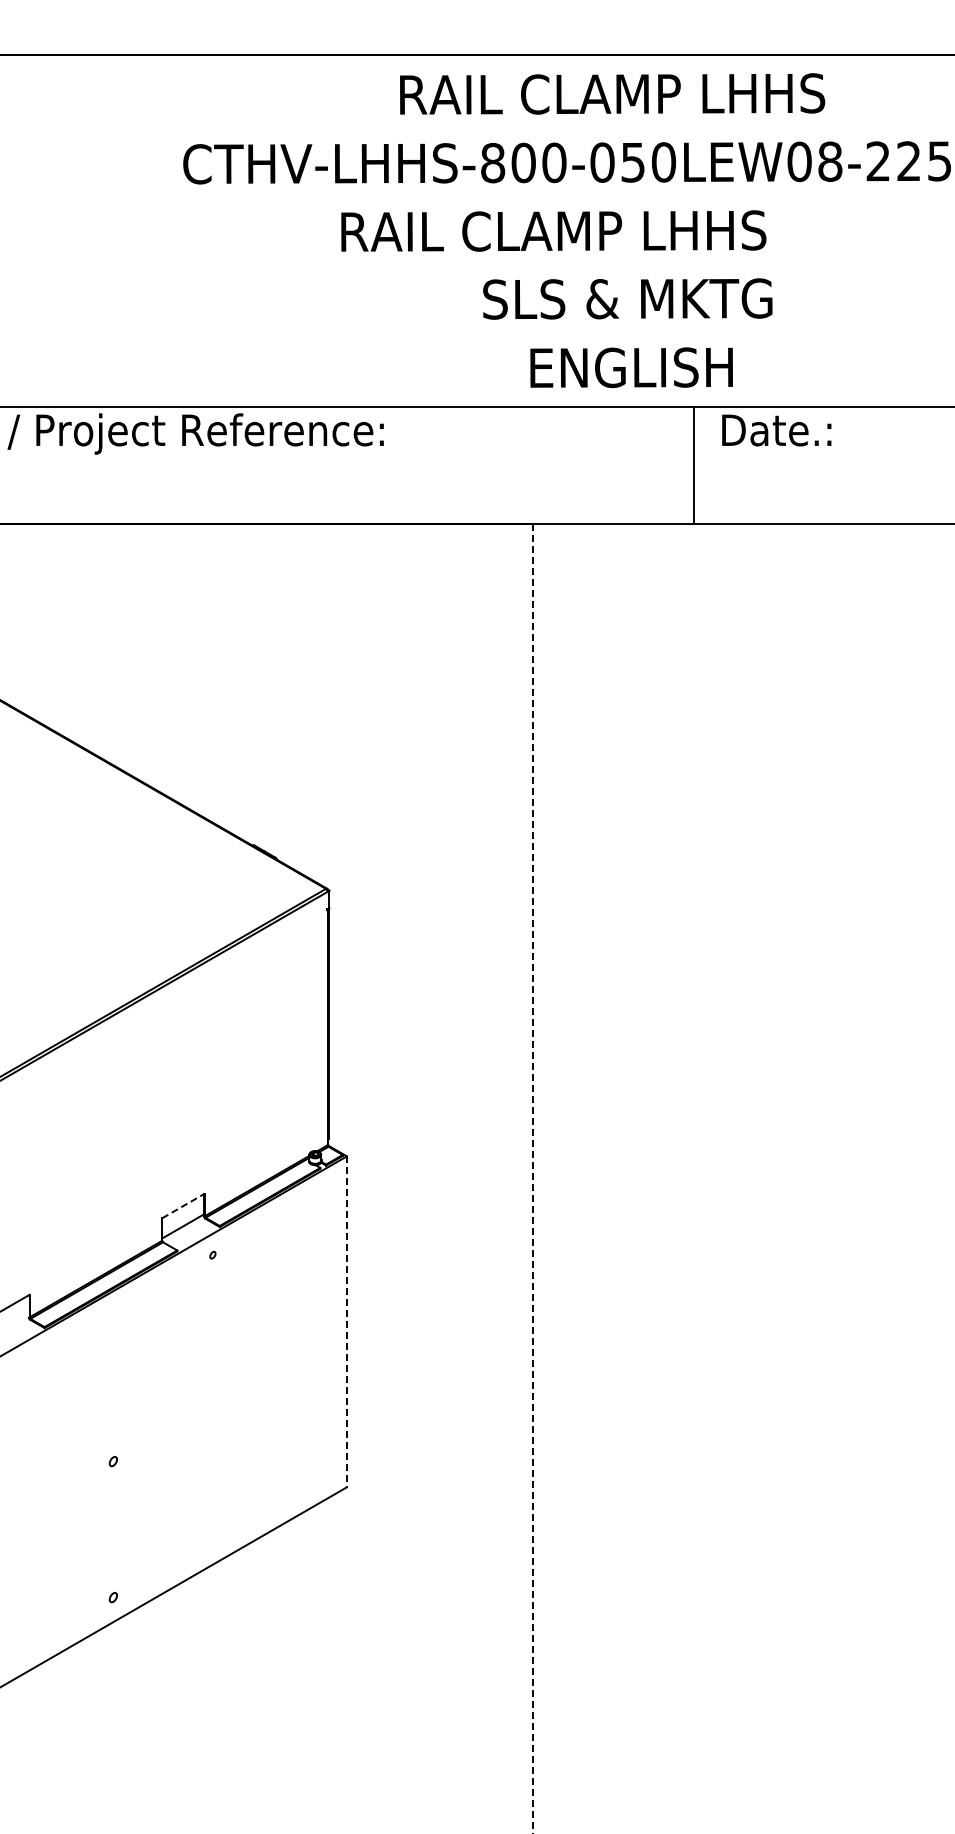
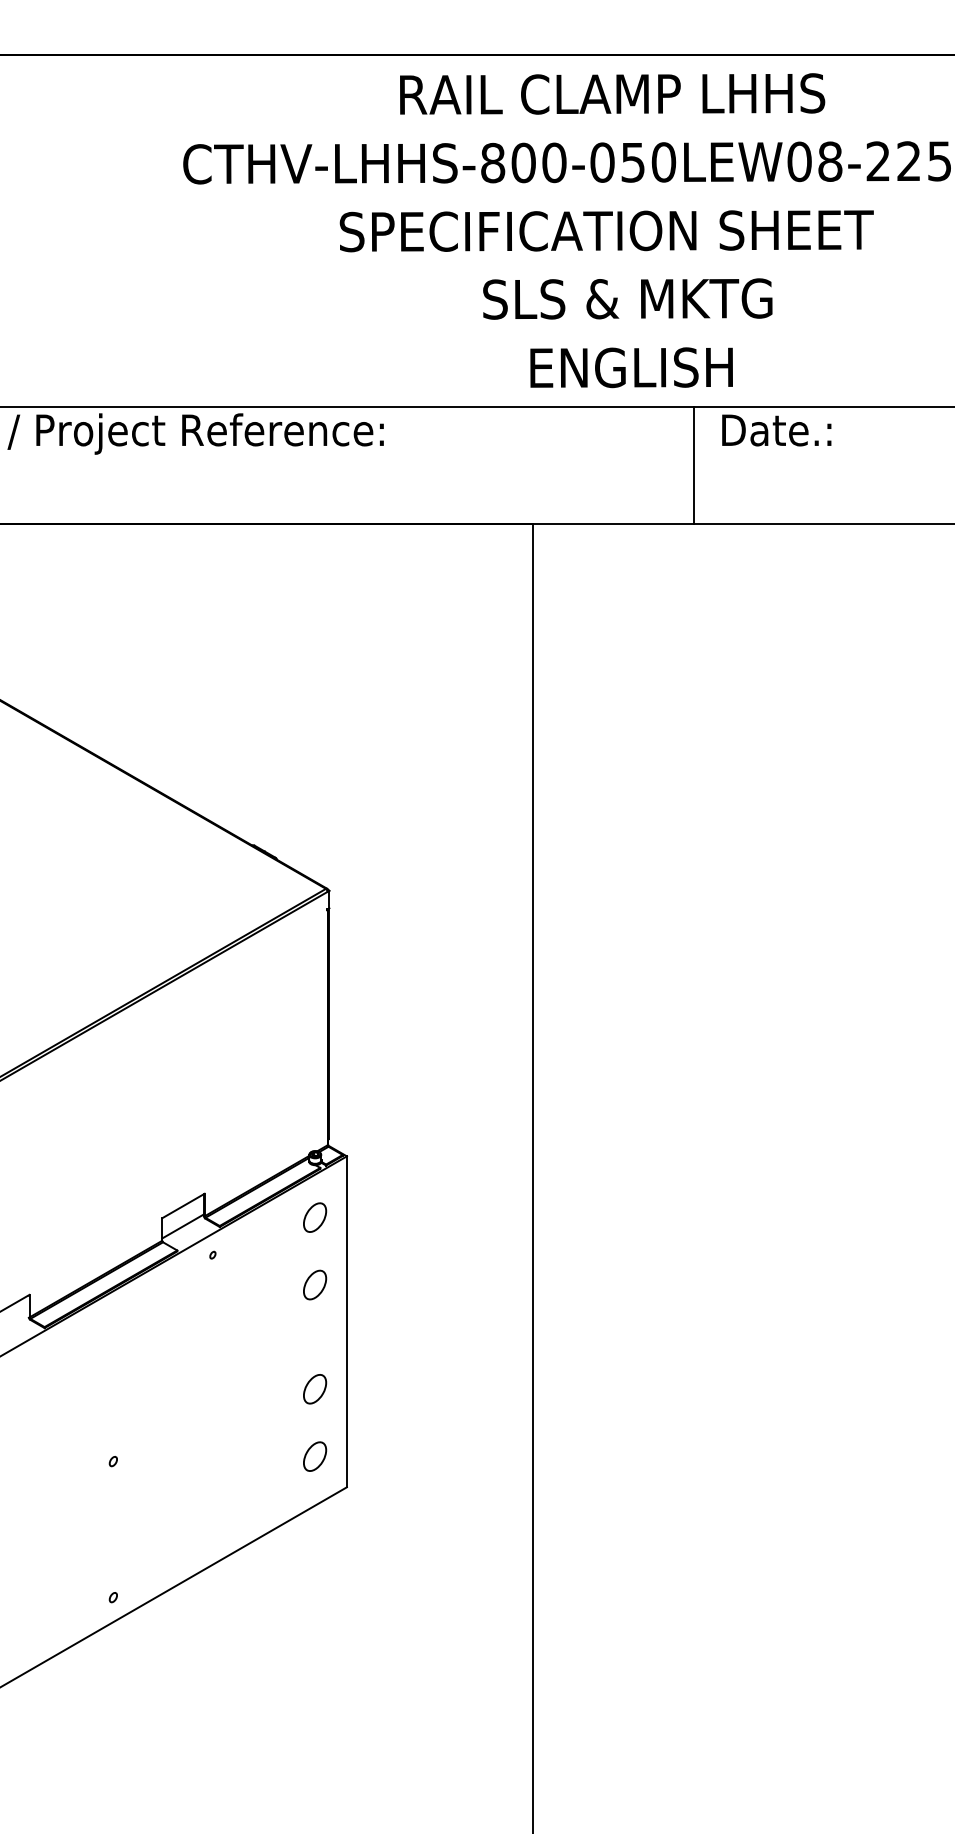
text at (606, 231): RAIL CLAMP LHHS -> SPECIFICATION SHEET
line at (533, 1178): dashed -> solid
line at (183, 1206): dashed -> solid
part at (315, 1217): none -> present
part at (315, 1284): none -> present
line at (346, 1322): dashed -> solid
part at (315, 1389): none -> present
part at (315, 1456): none -> present
